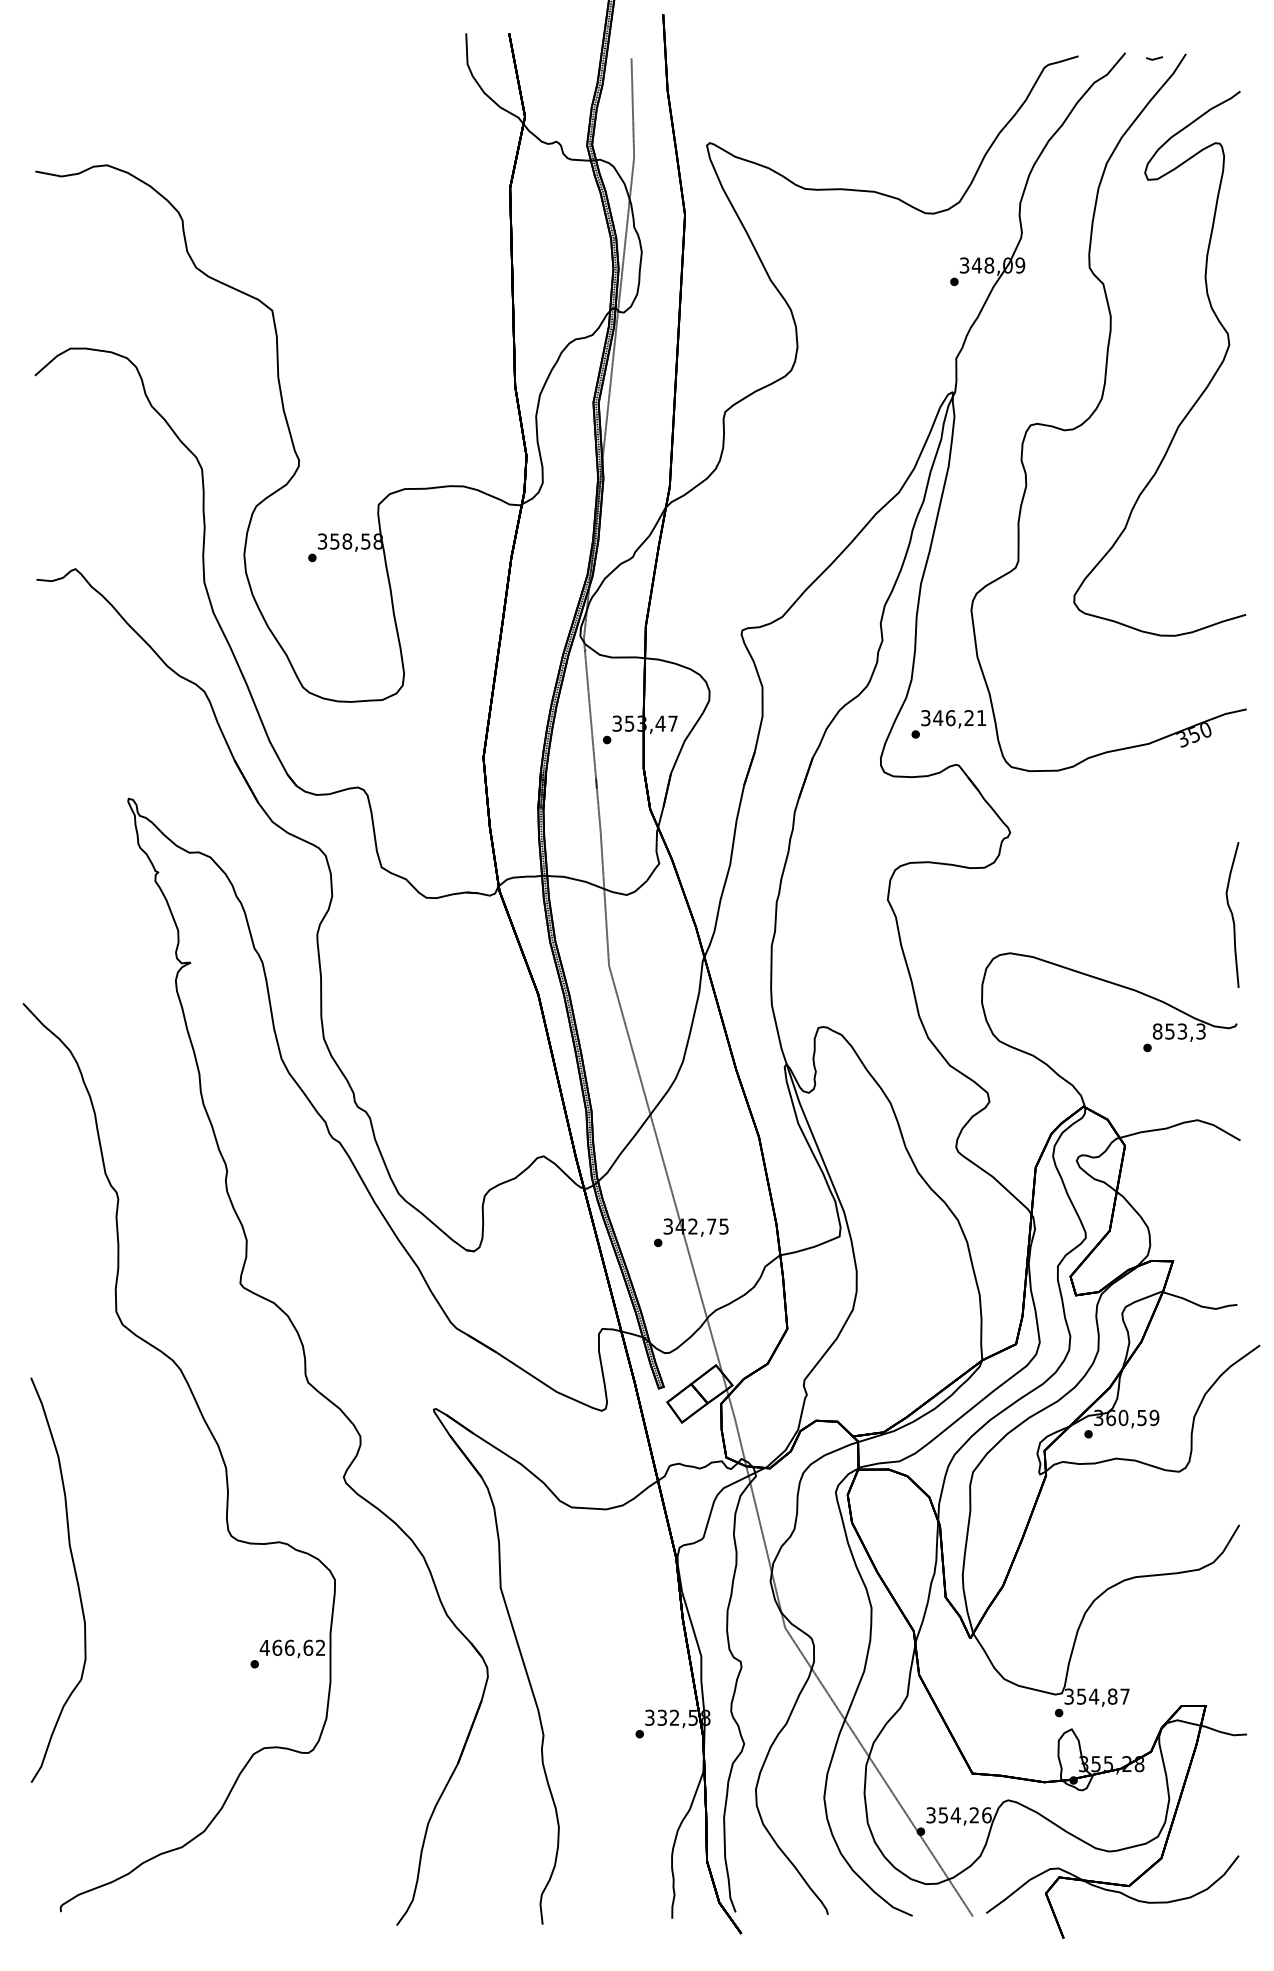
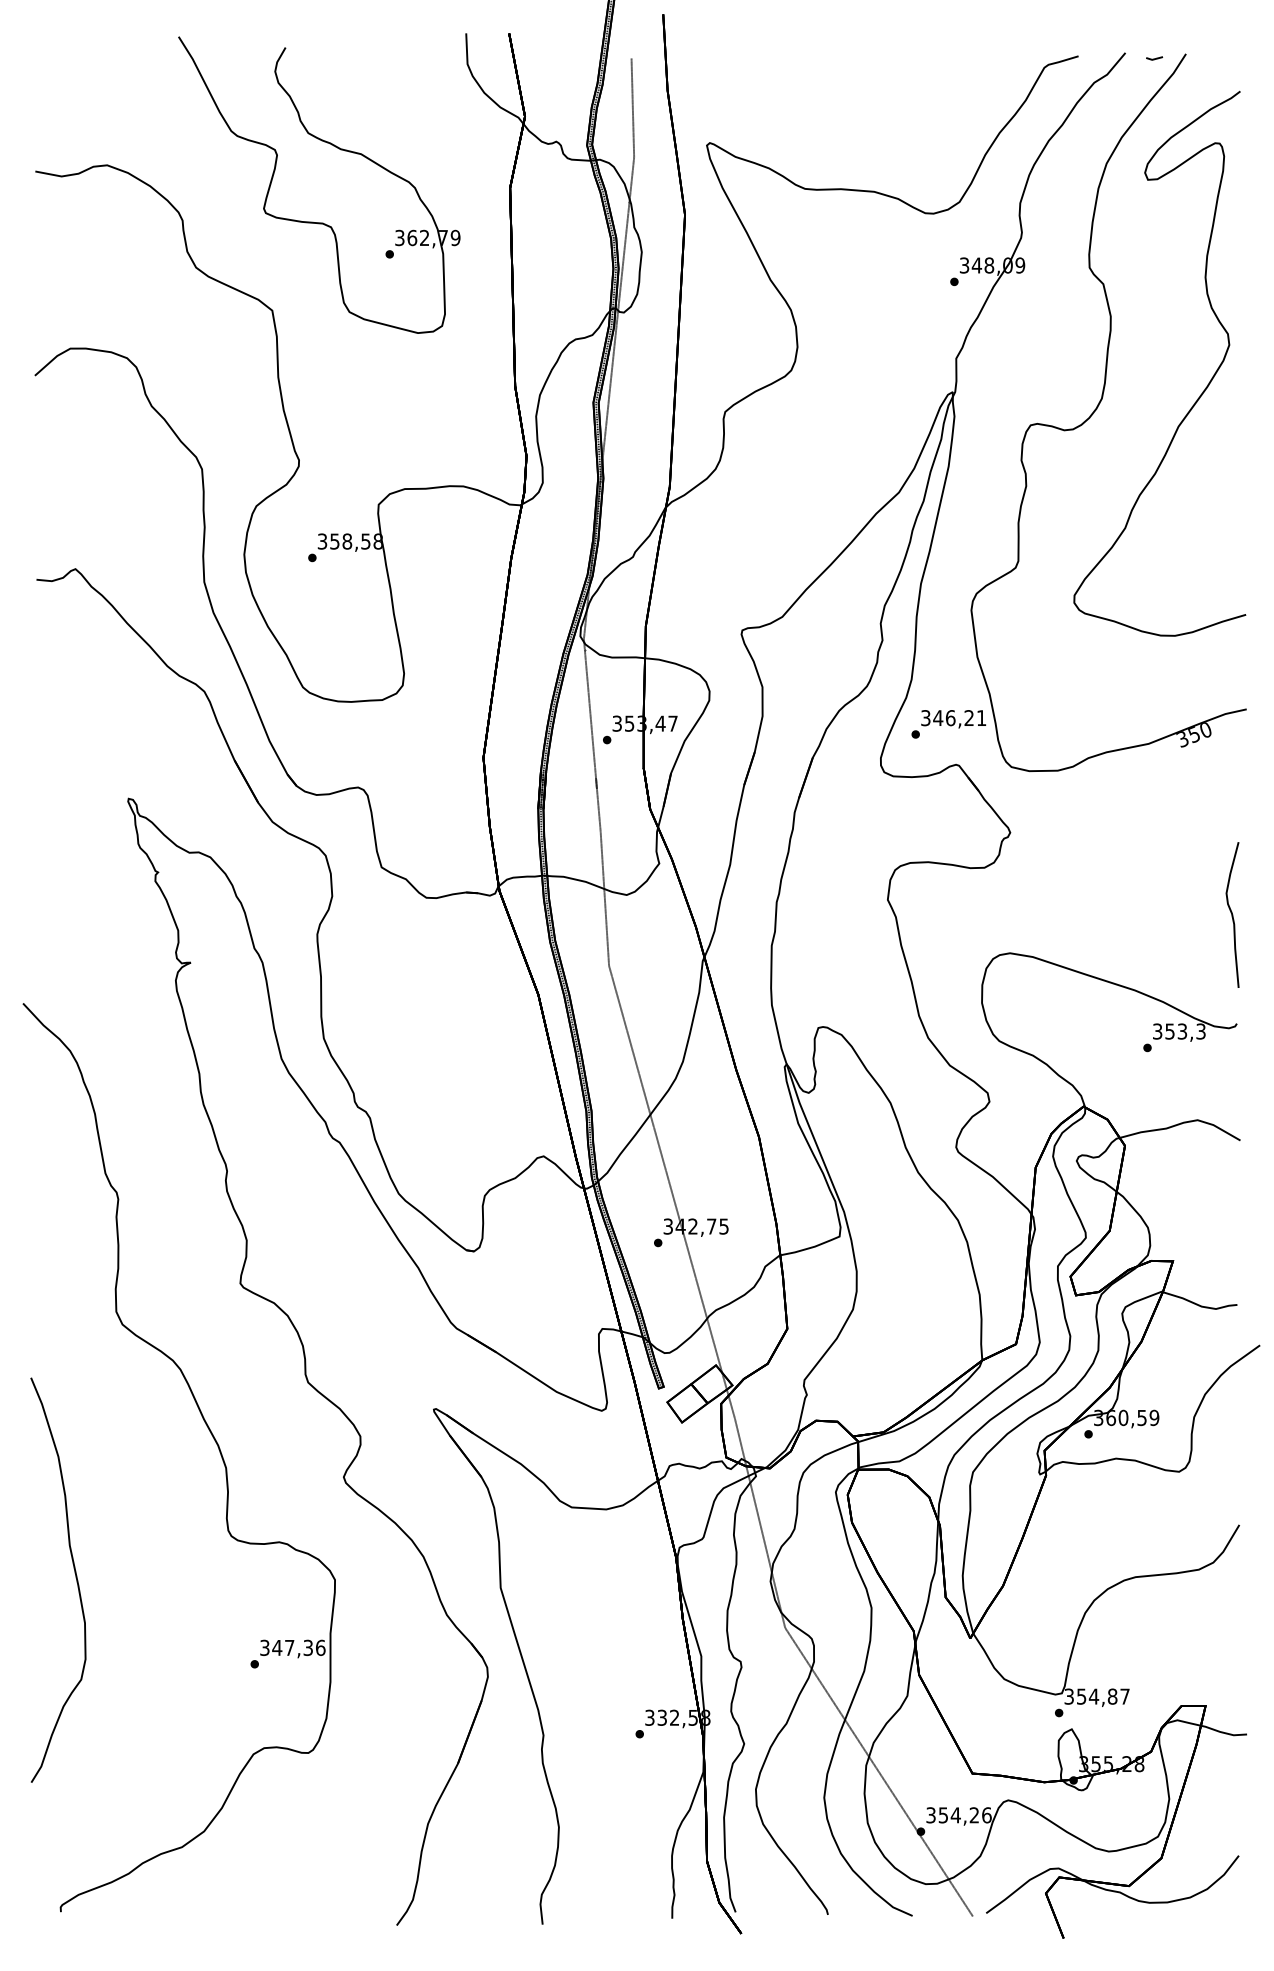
part at (313, 221): none -> present
text at (1157, 1031): 853,3 -> 353,3
text at (292, 1647): 466,62 -> 347,36
